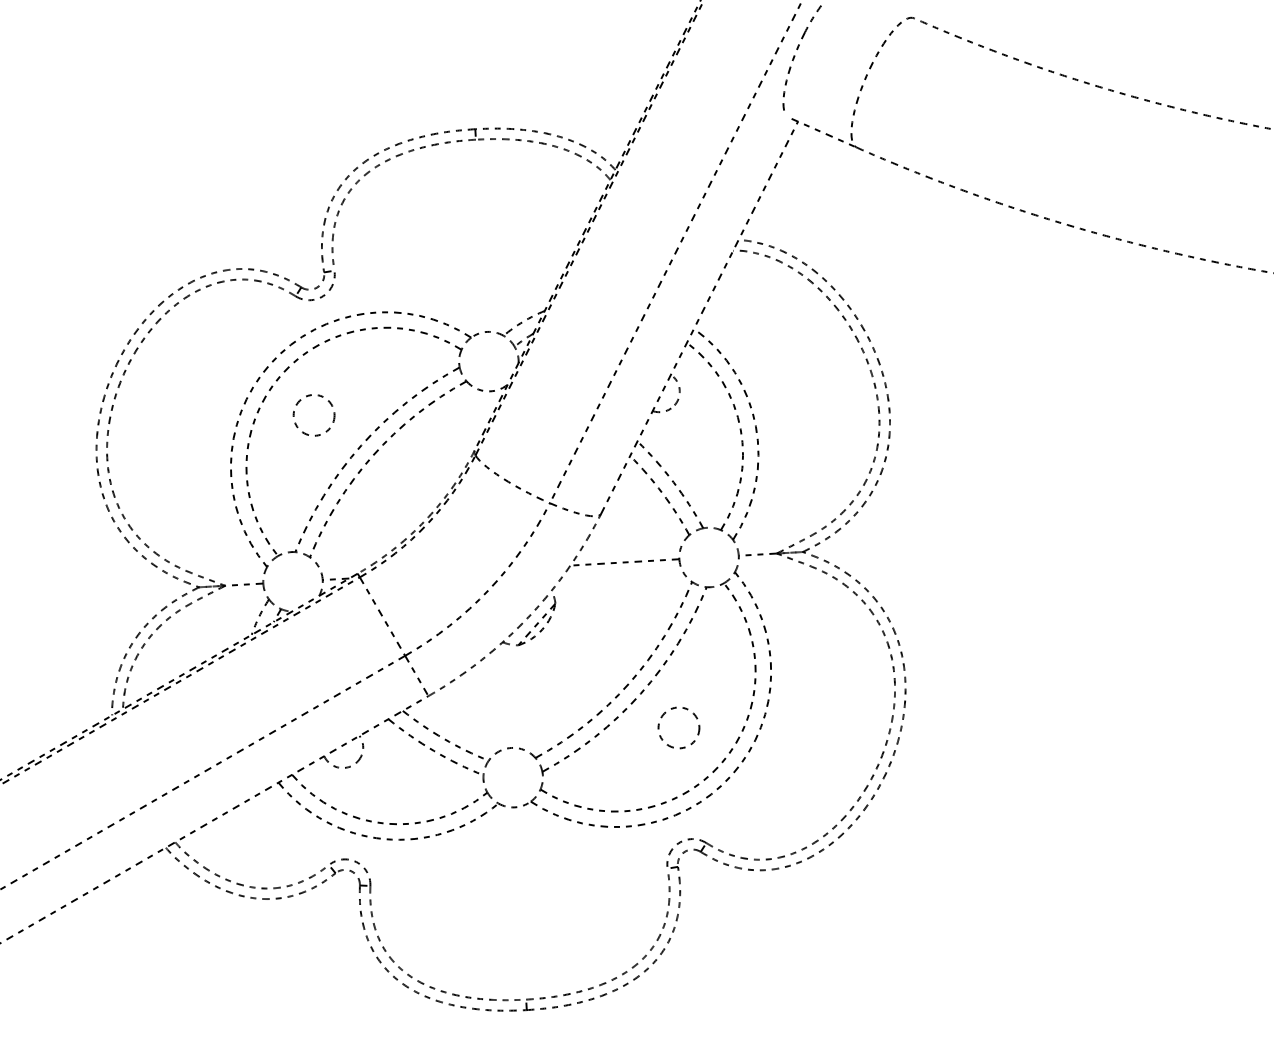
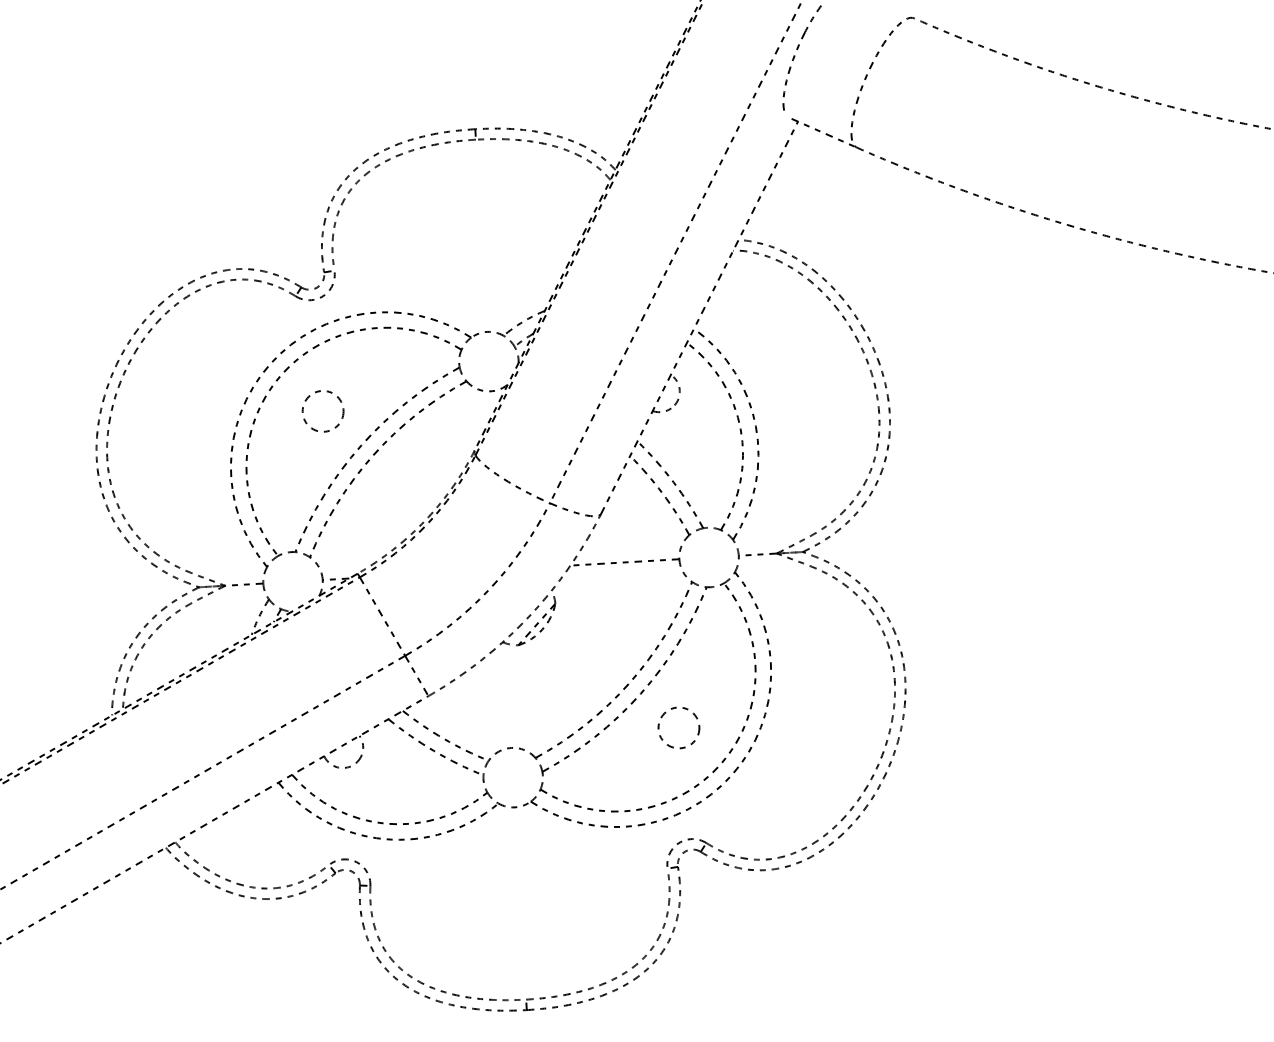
circle at (313, 415) position: (313, 415) -> (322, 411)
